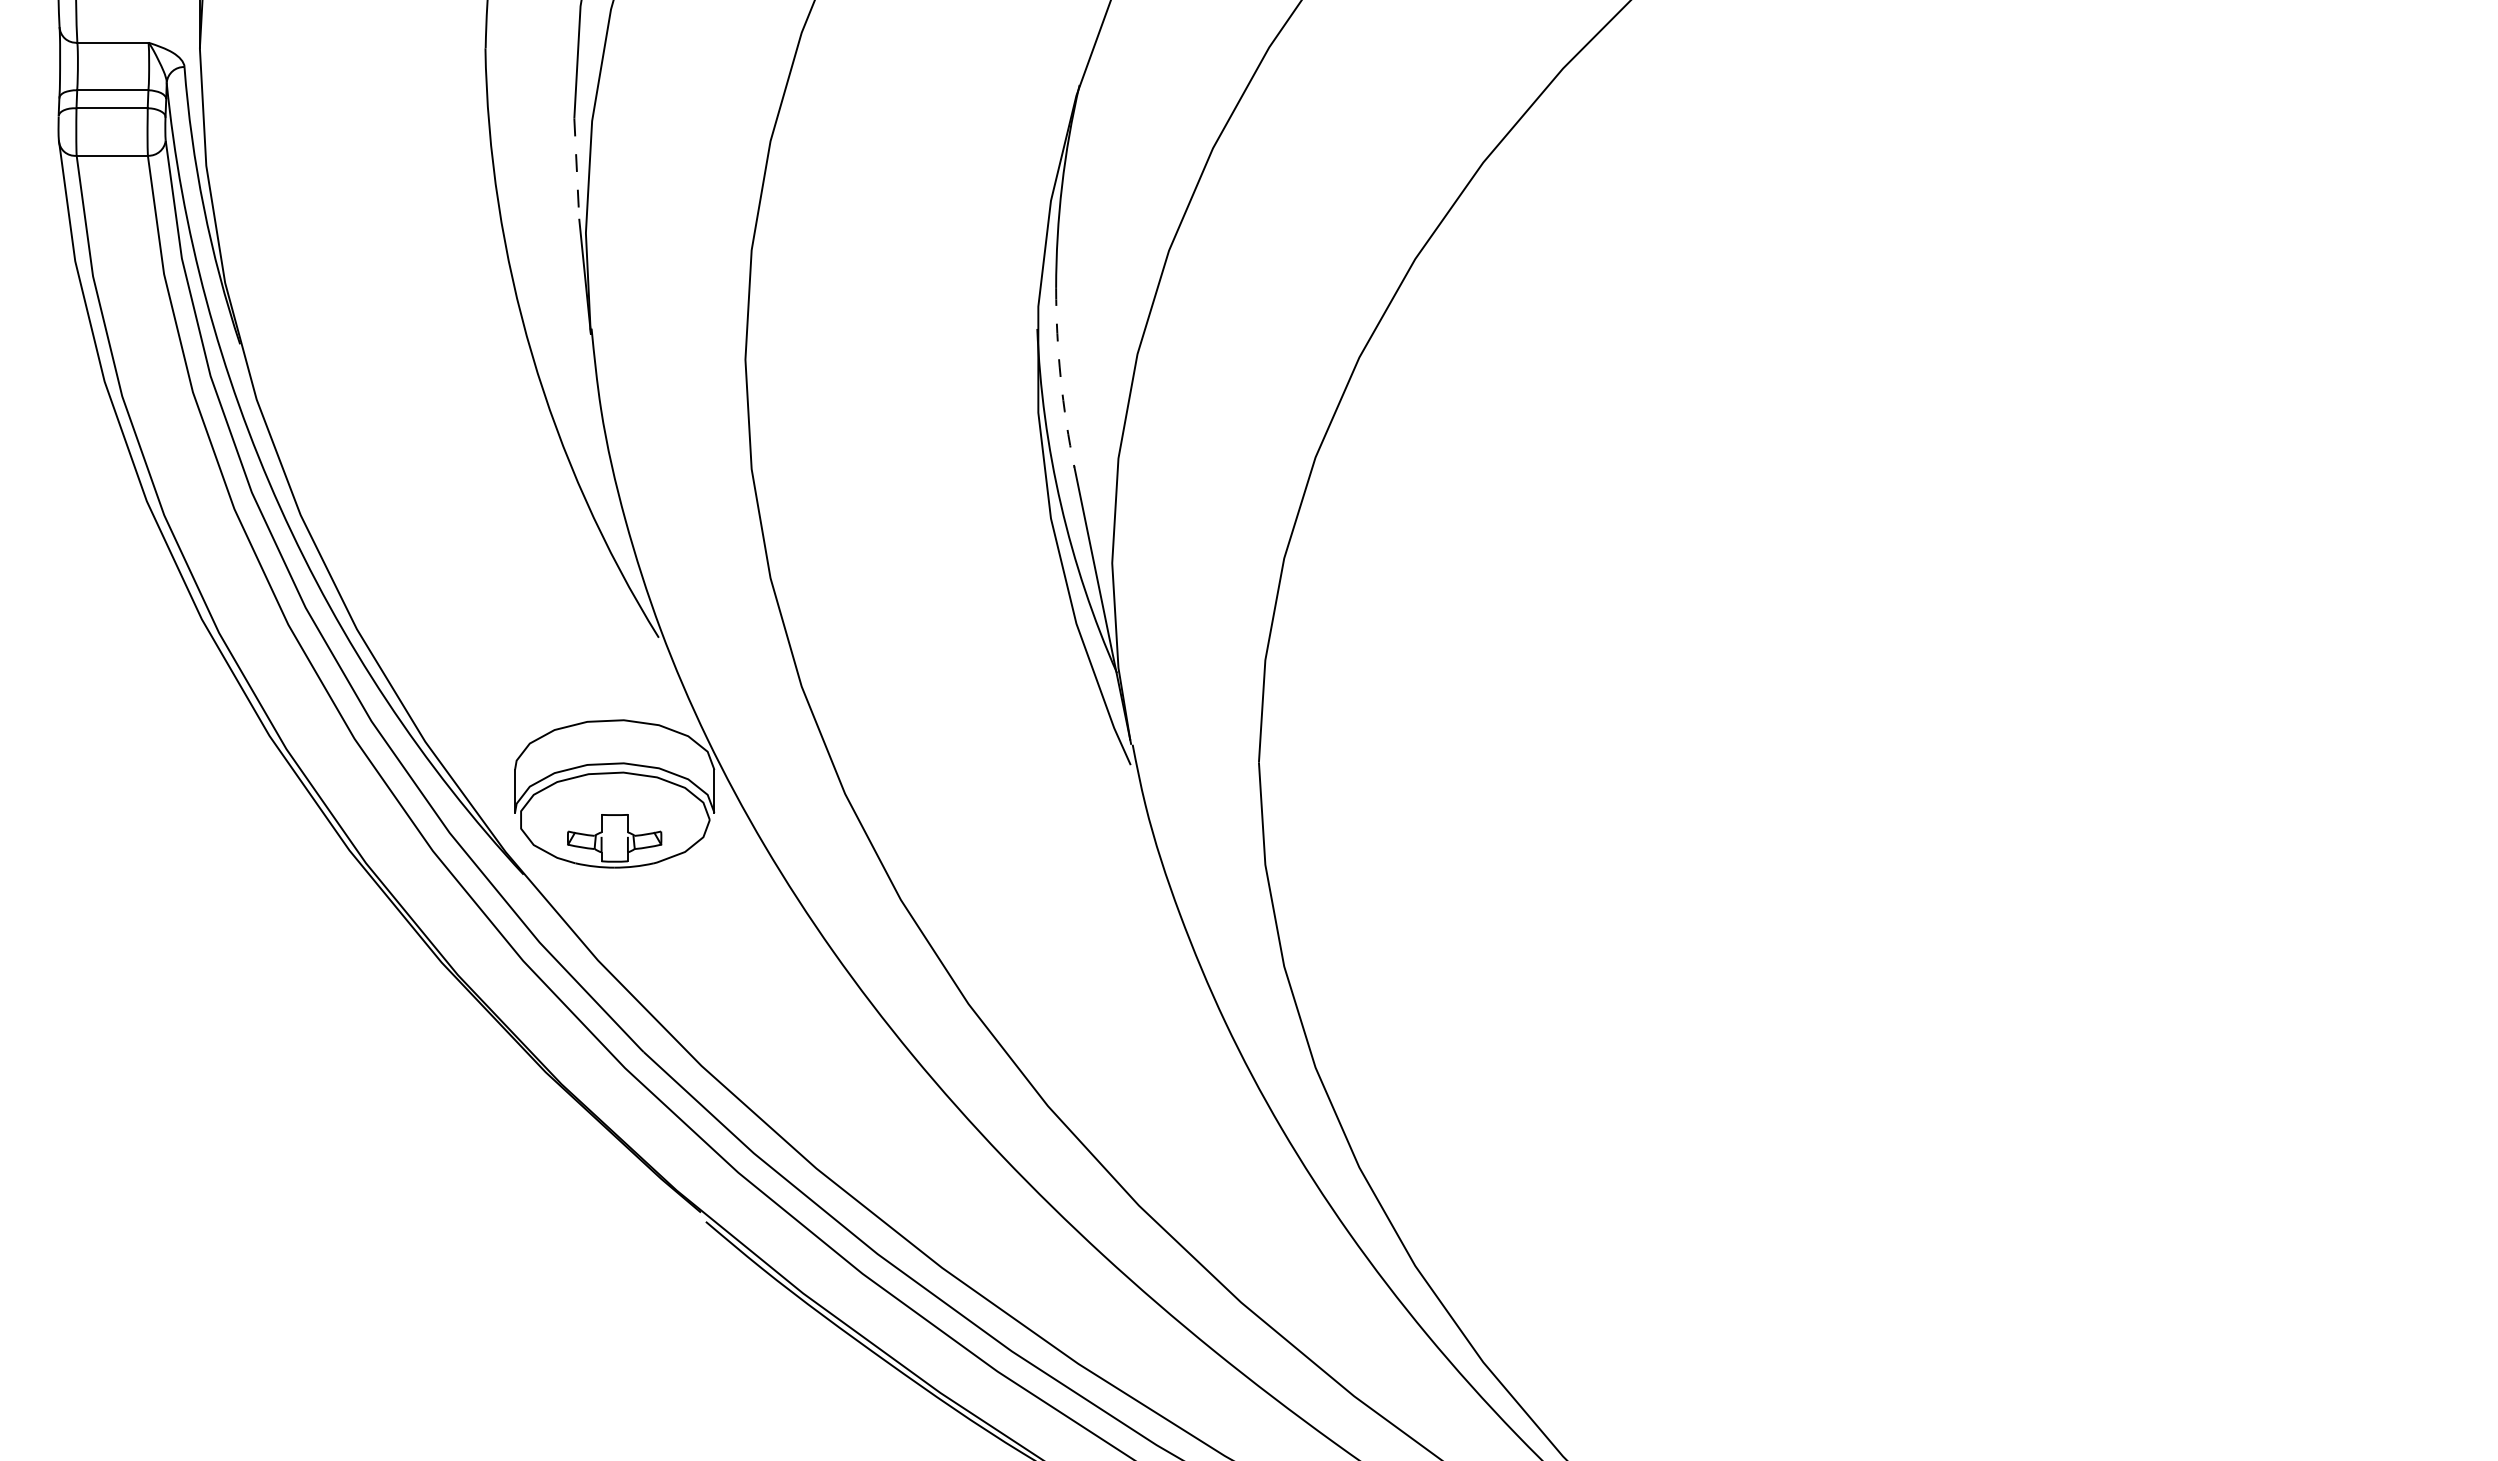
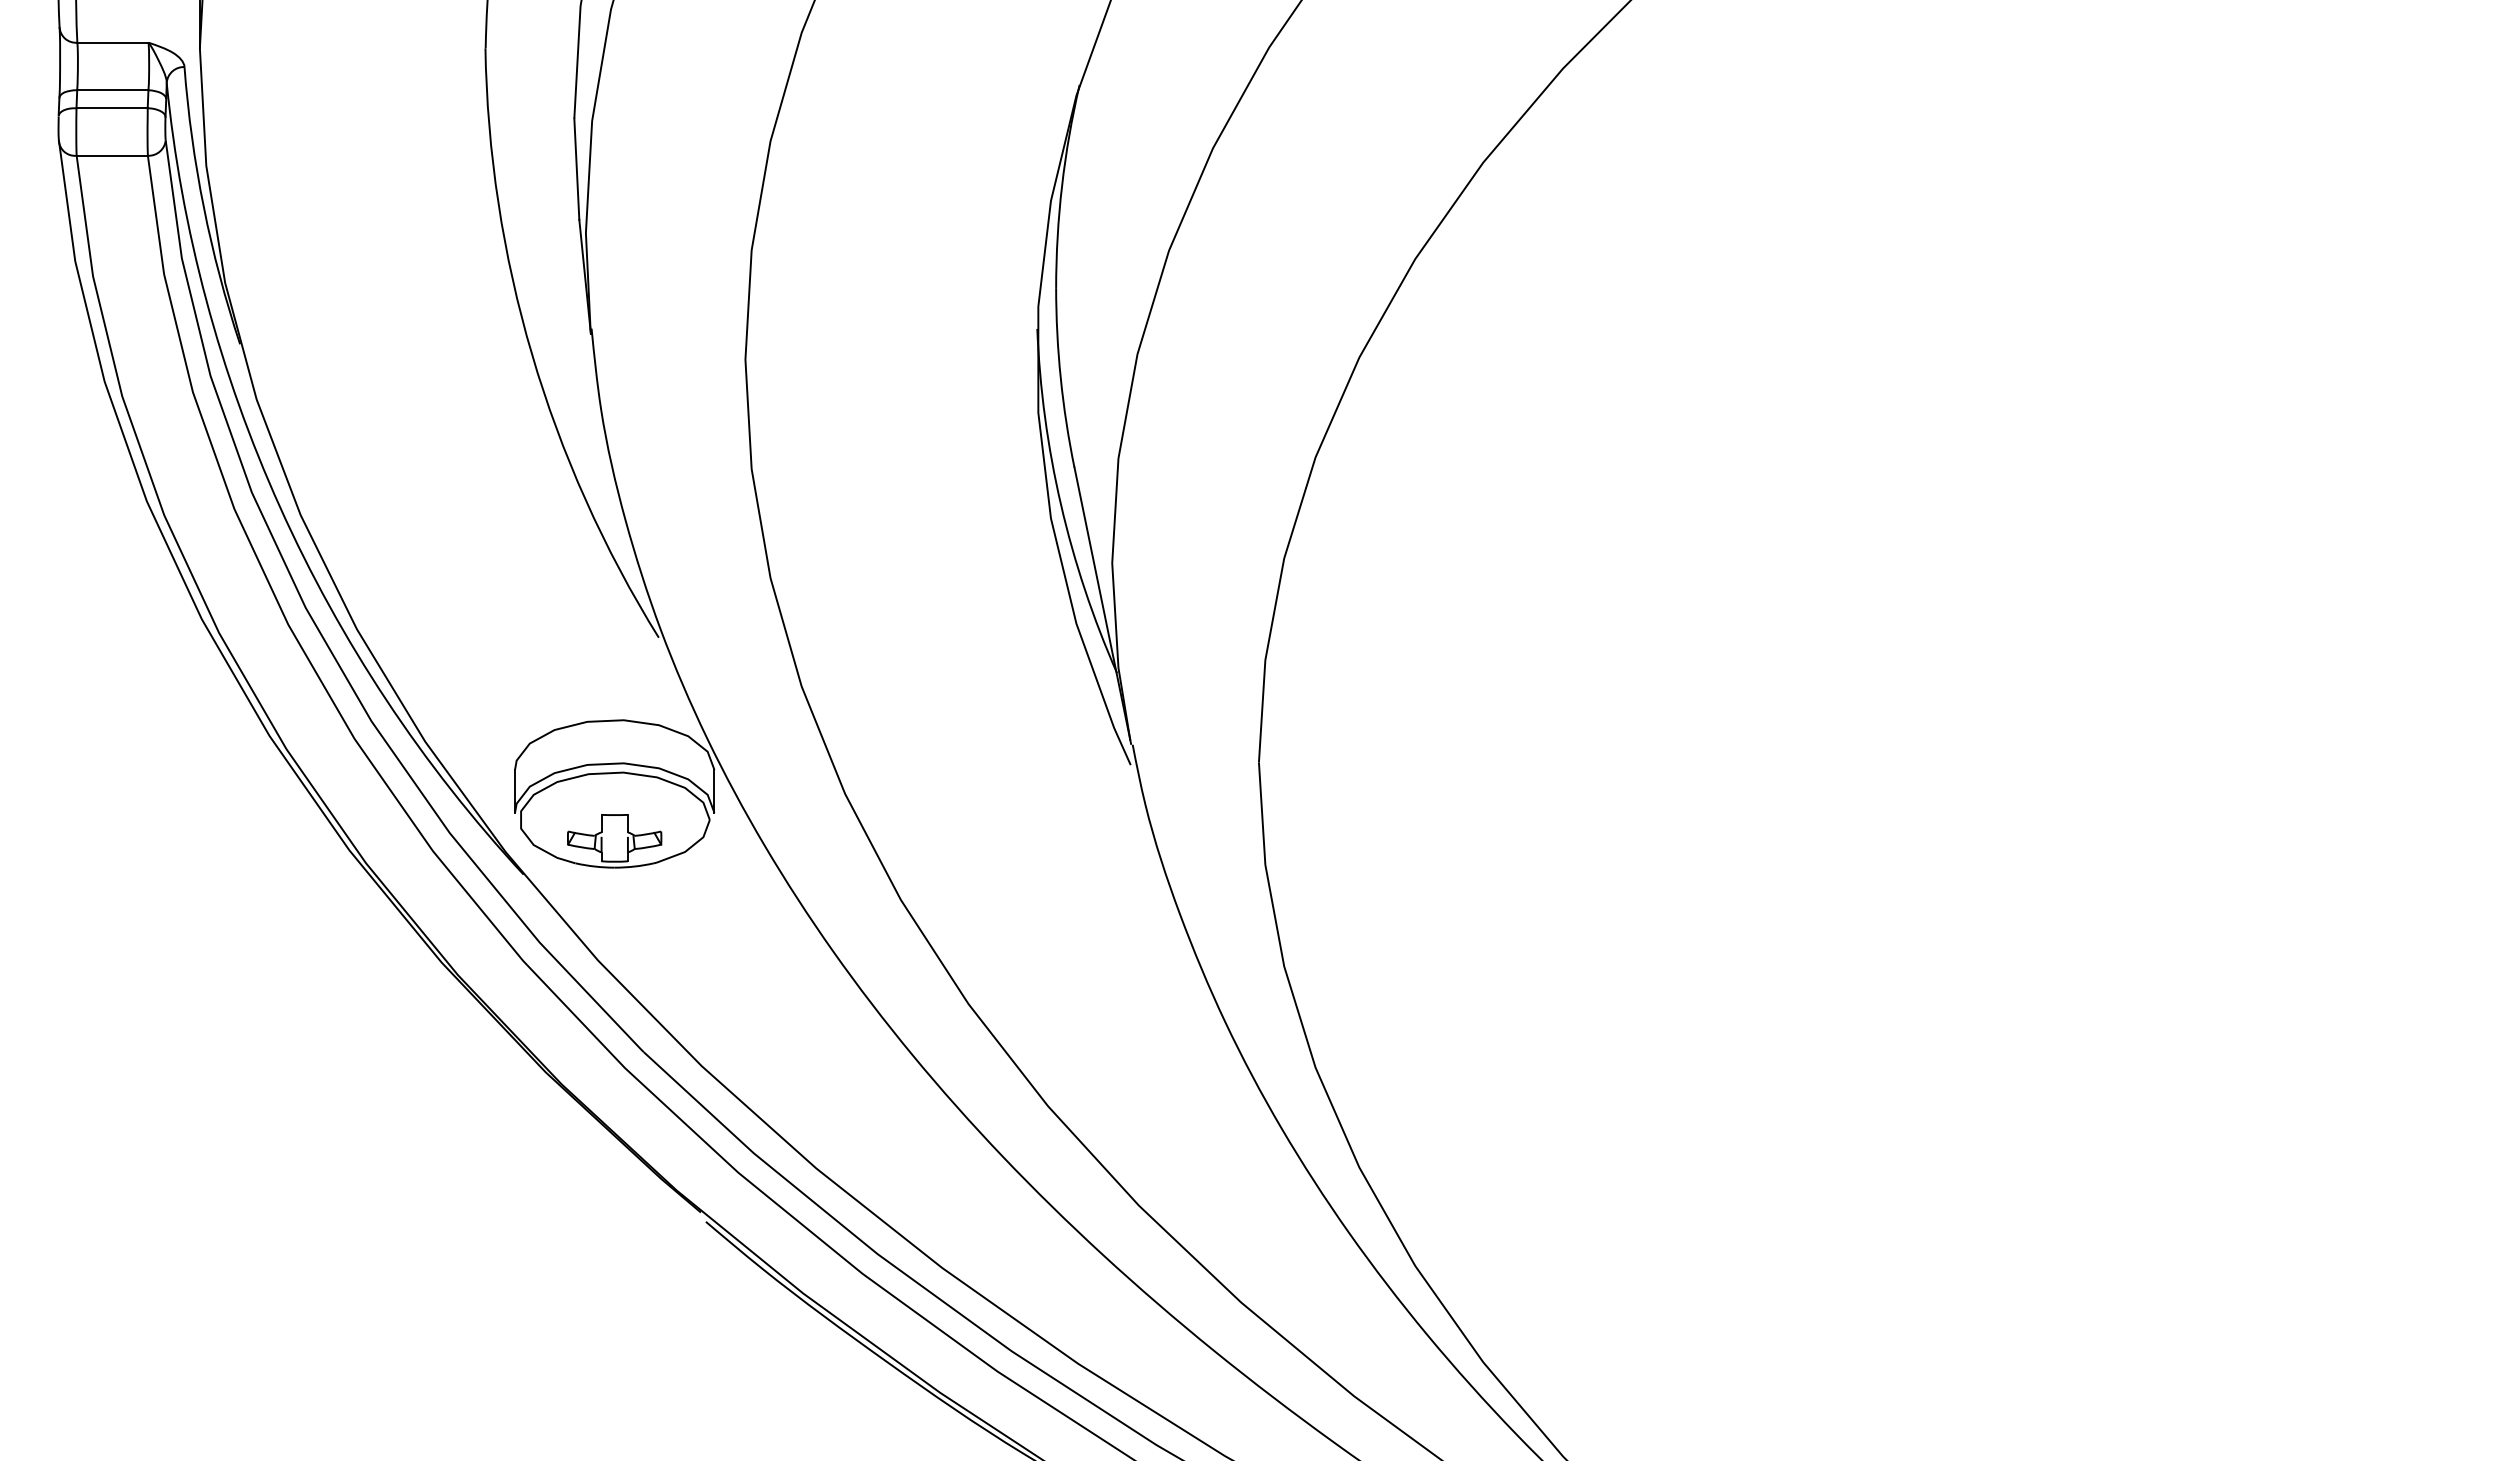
line at (576, 169): dashed -> solid
arc at (1060, 378): dashed -> solid
